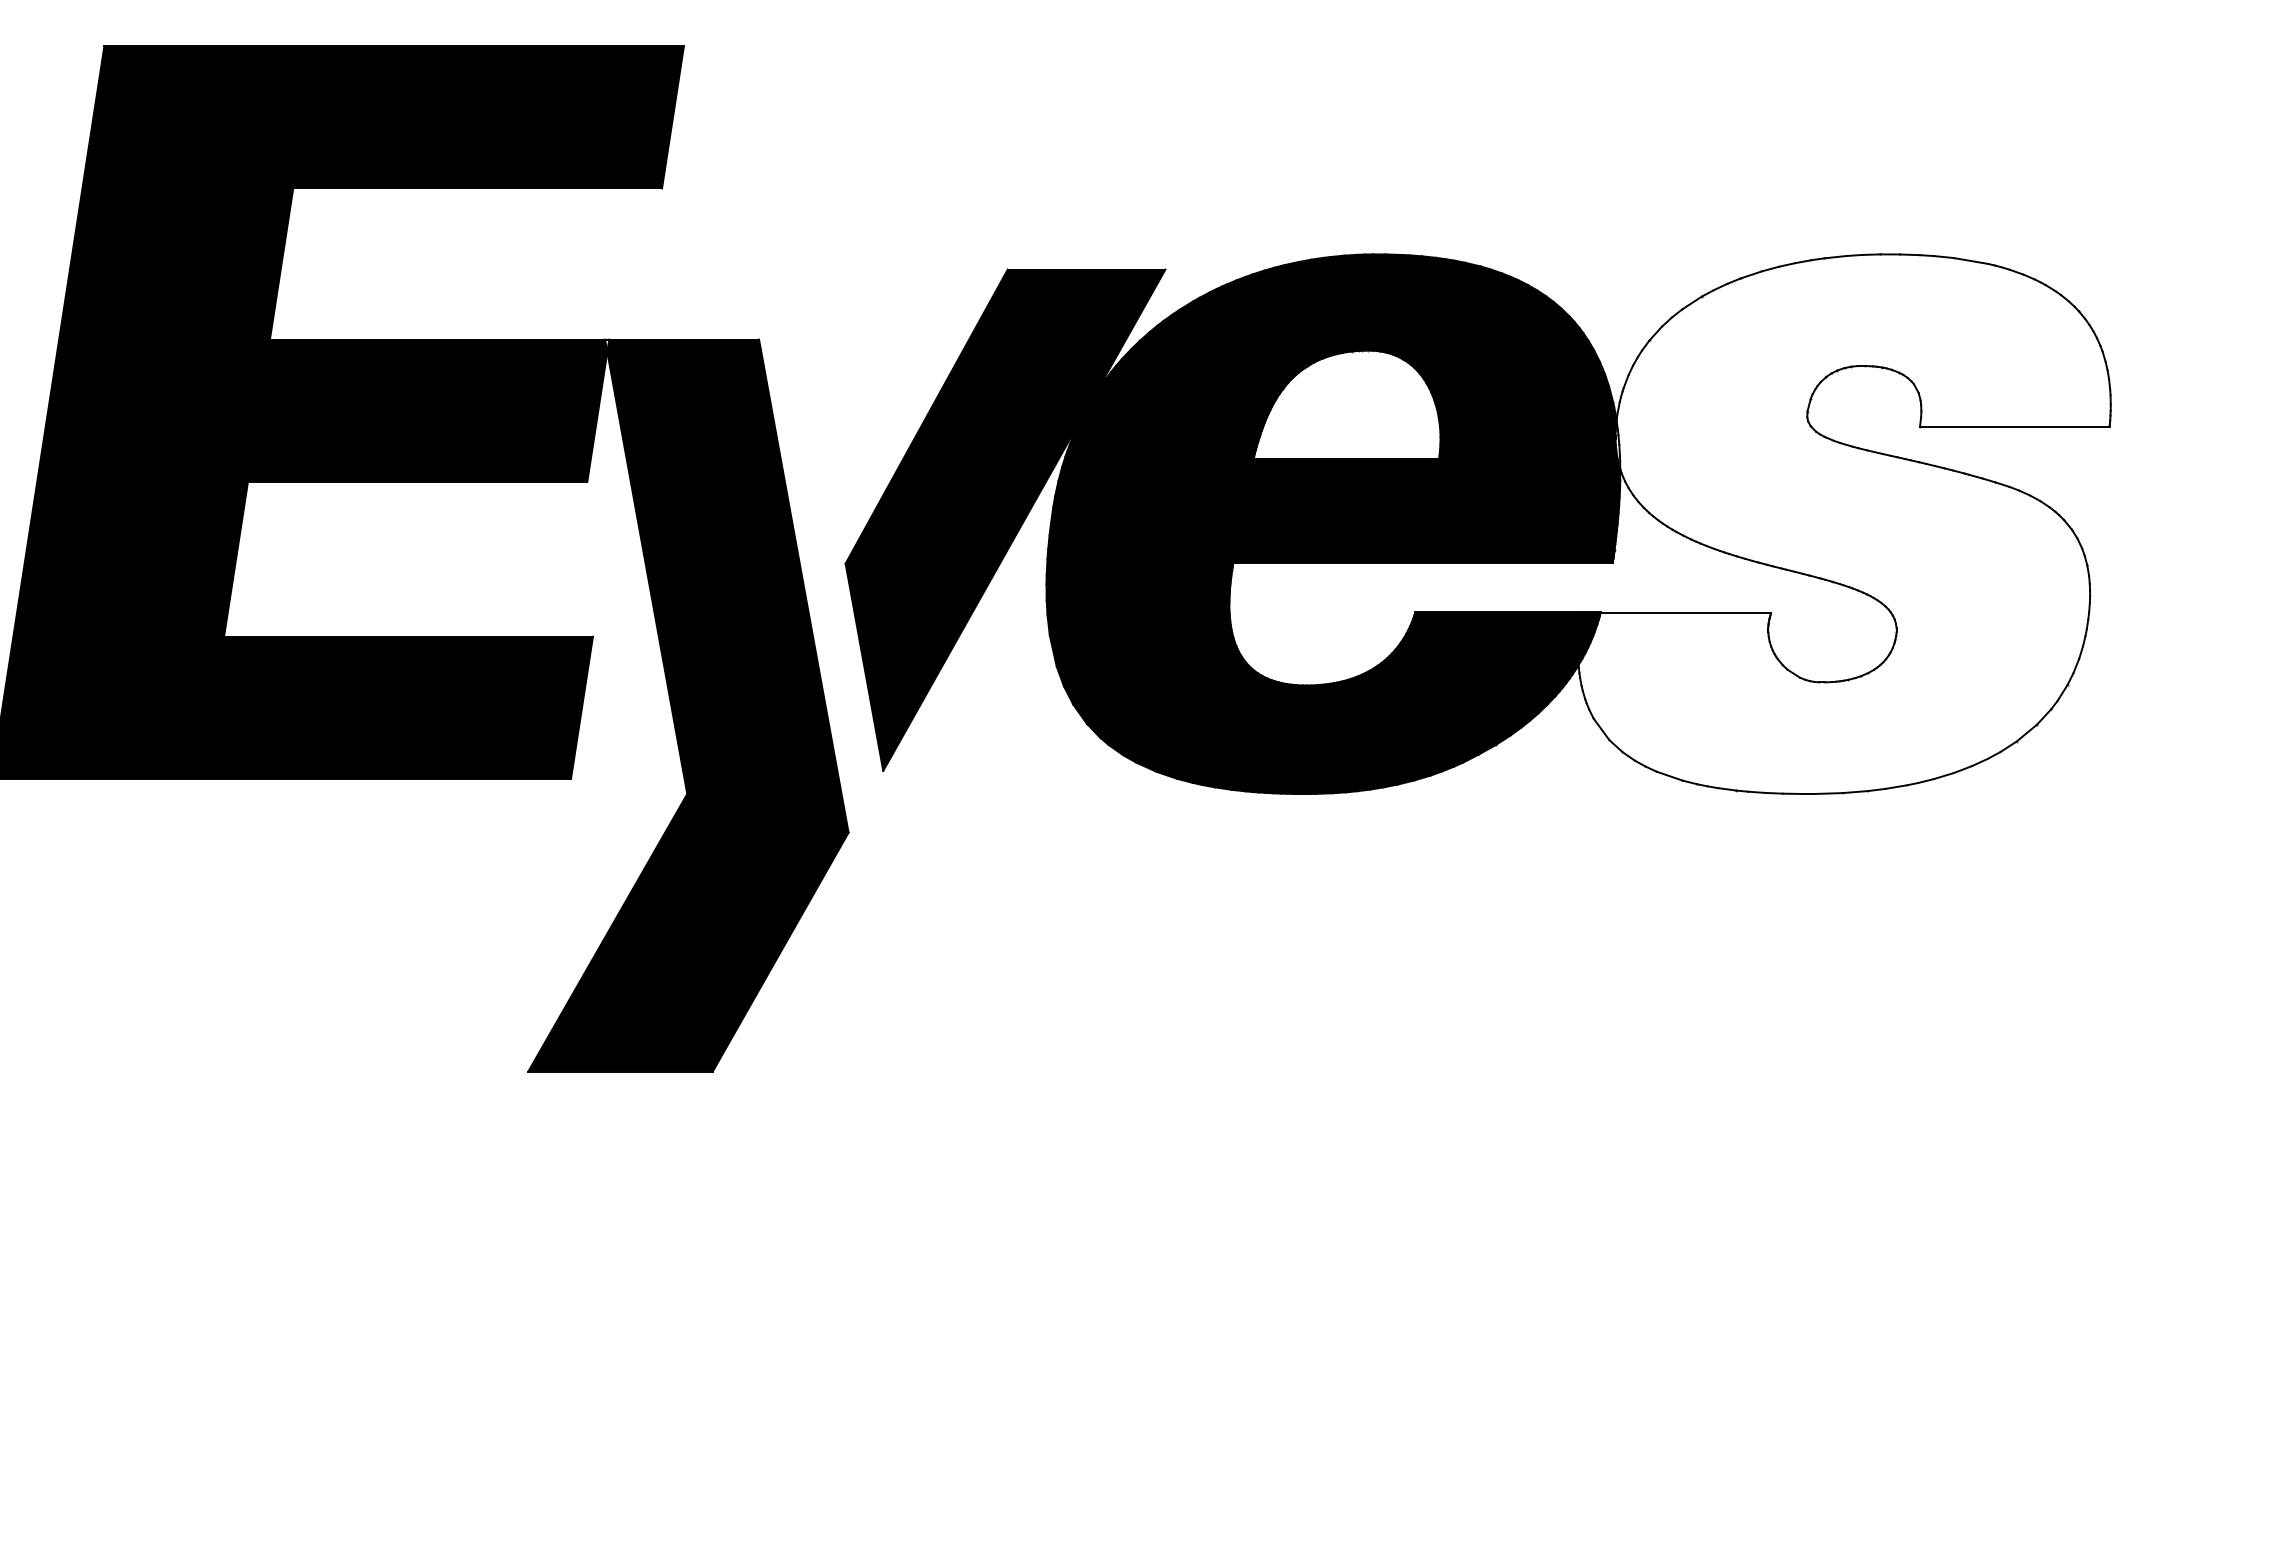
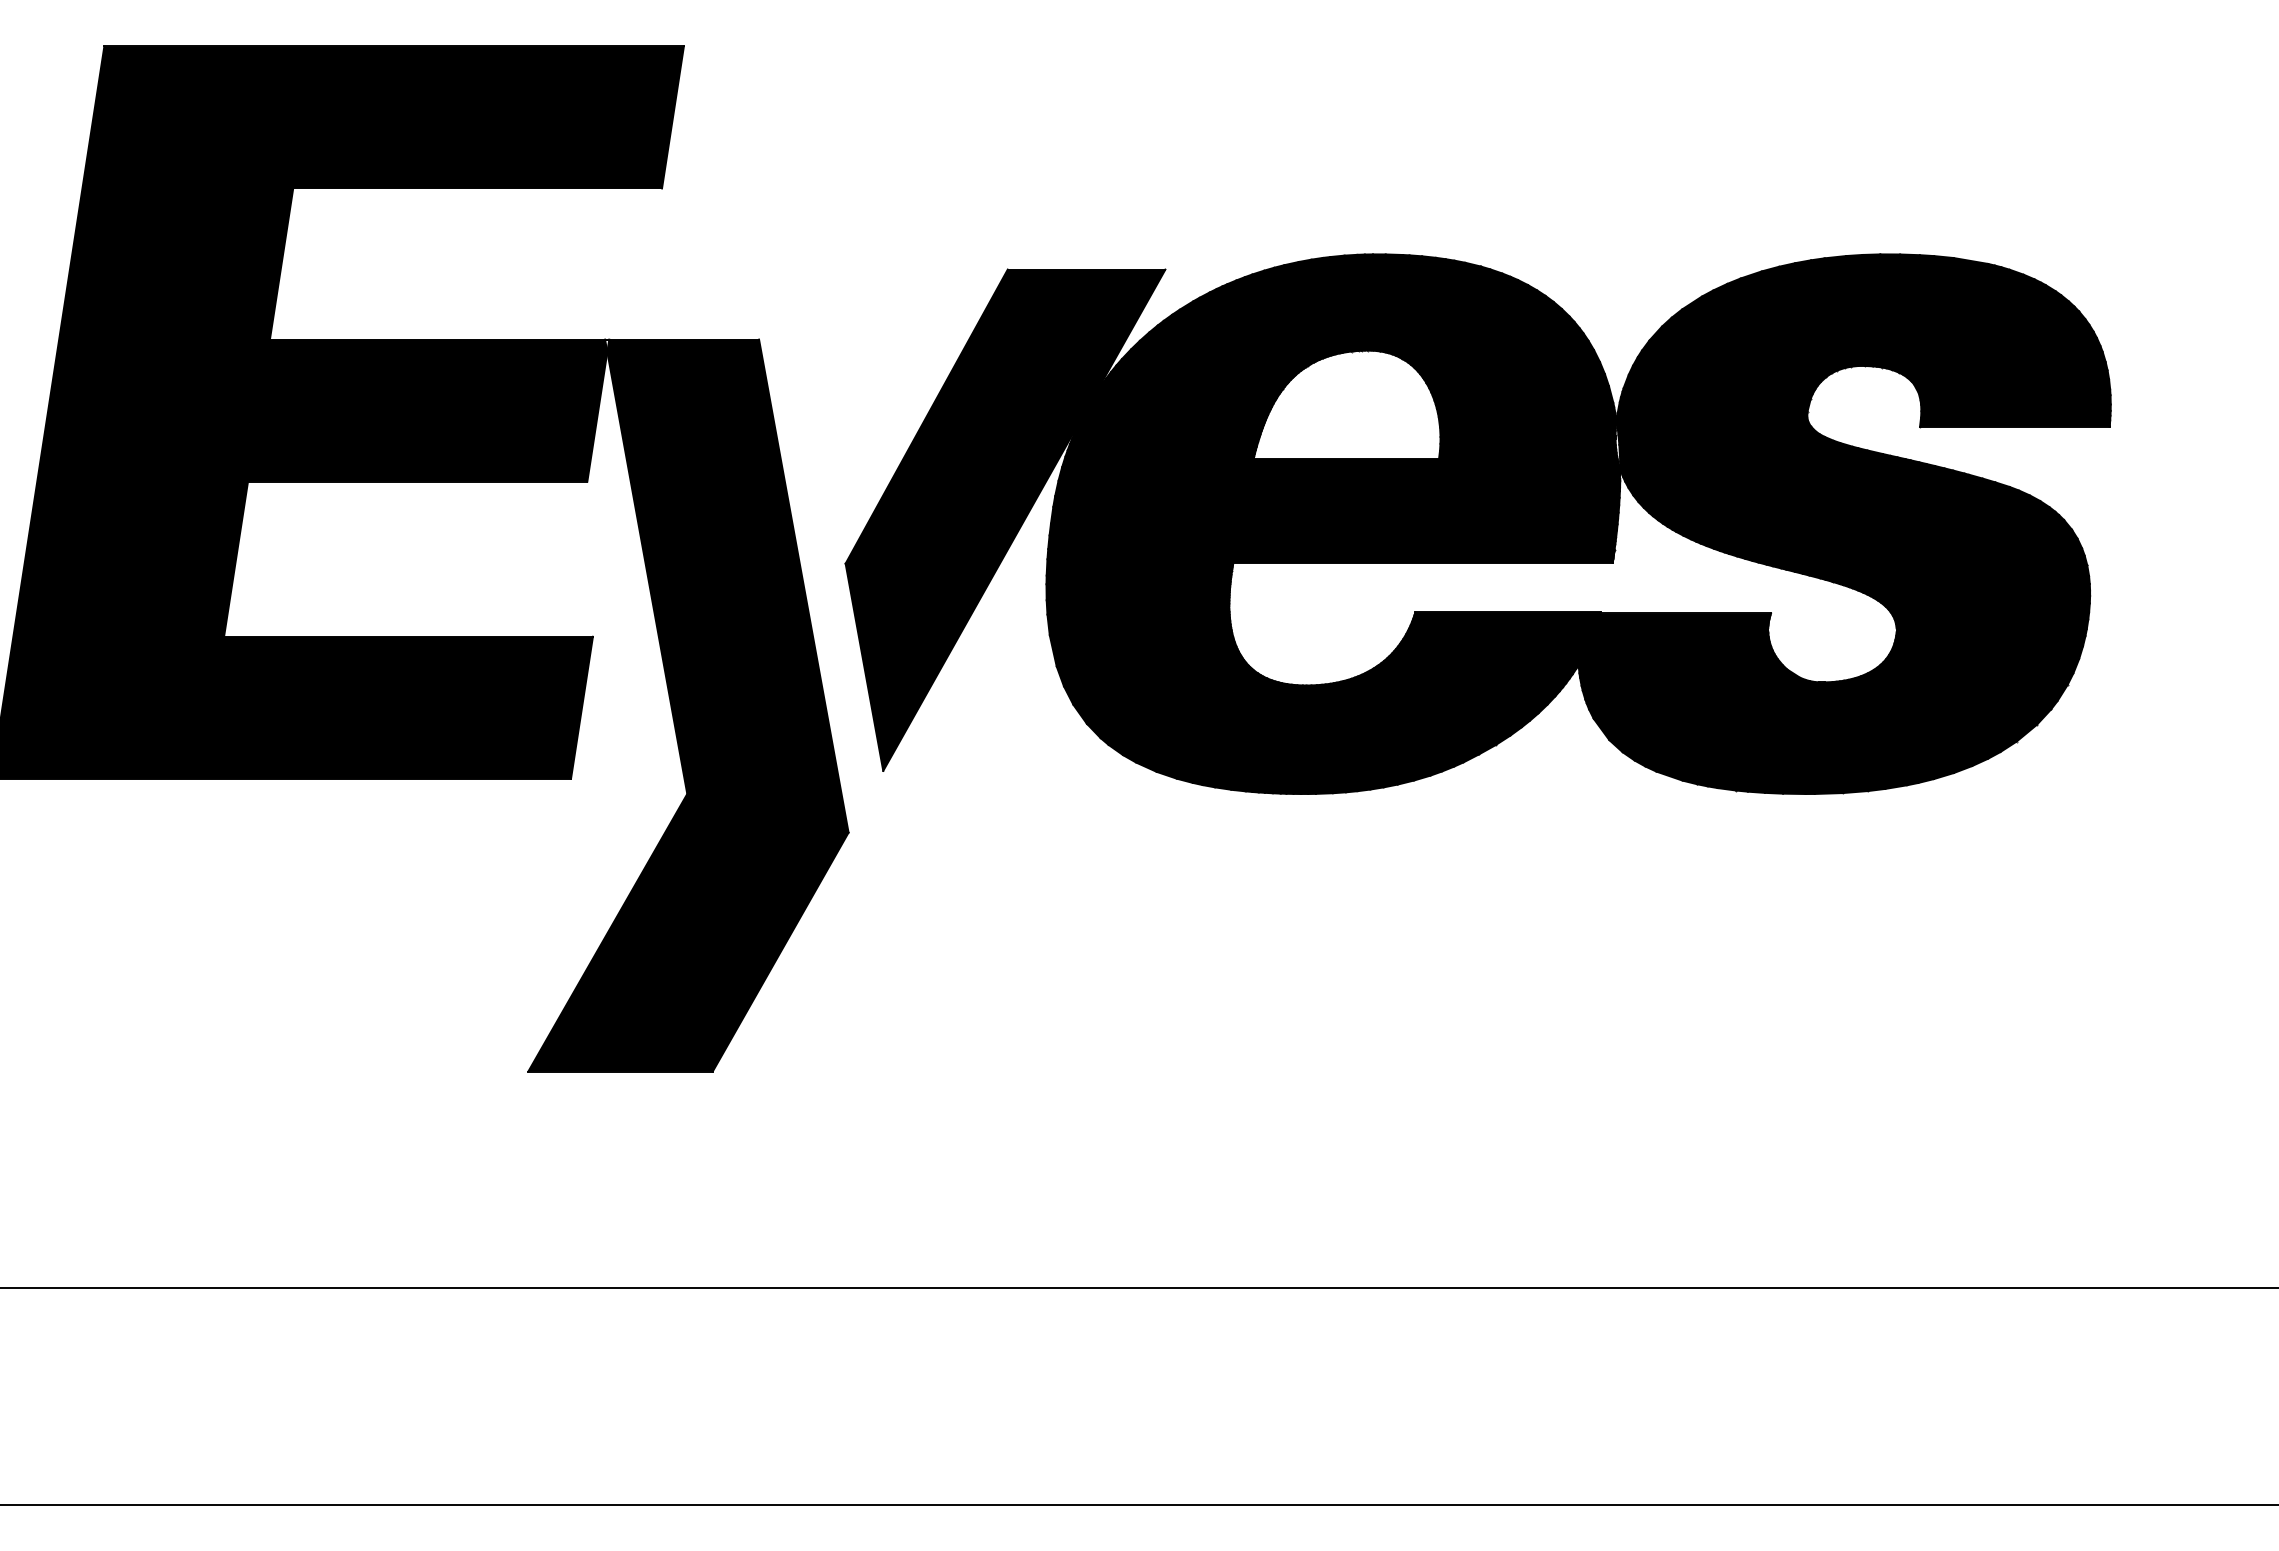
fill at (1844, 524): none -> present
line at (1138, 1288): none -> present
line at (1138, 1504): none -> present
